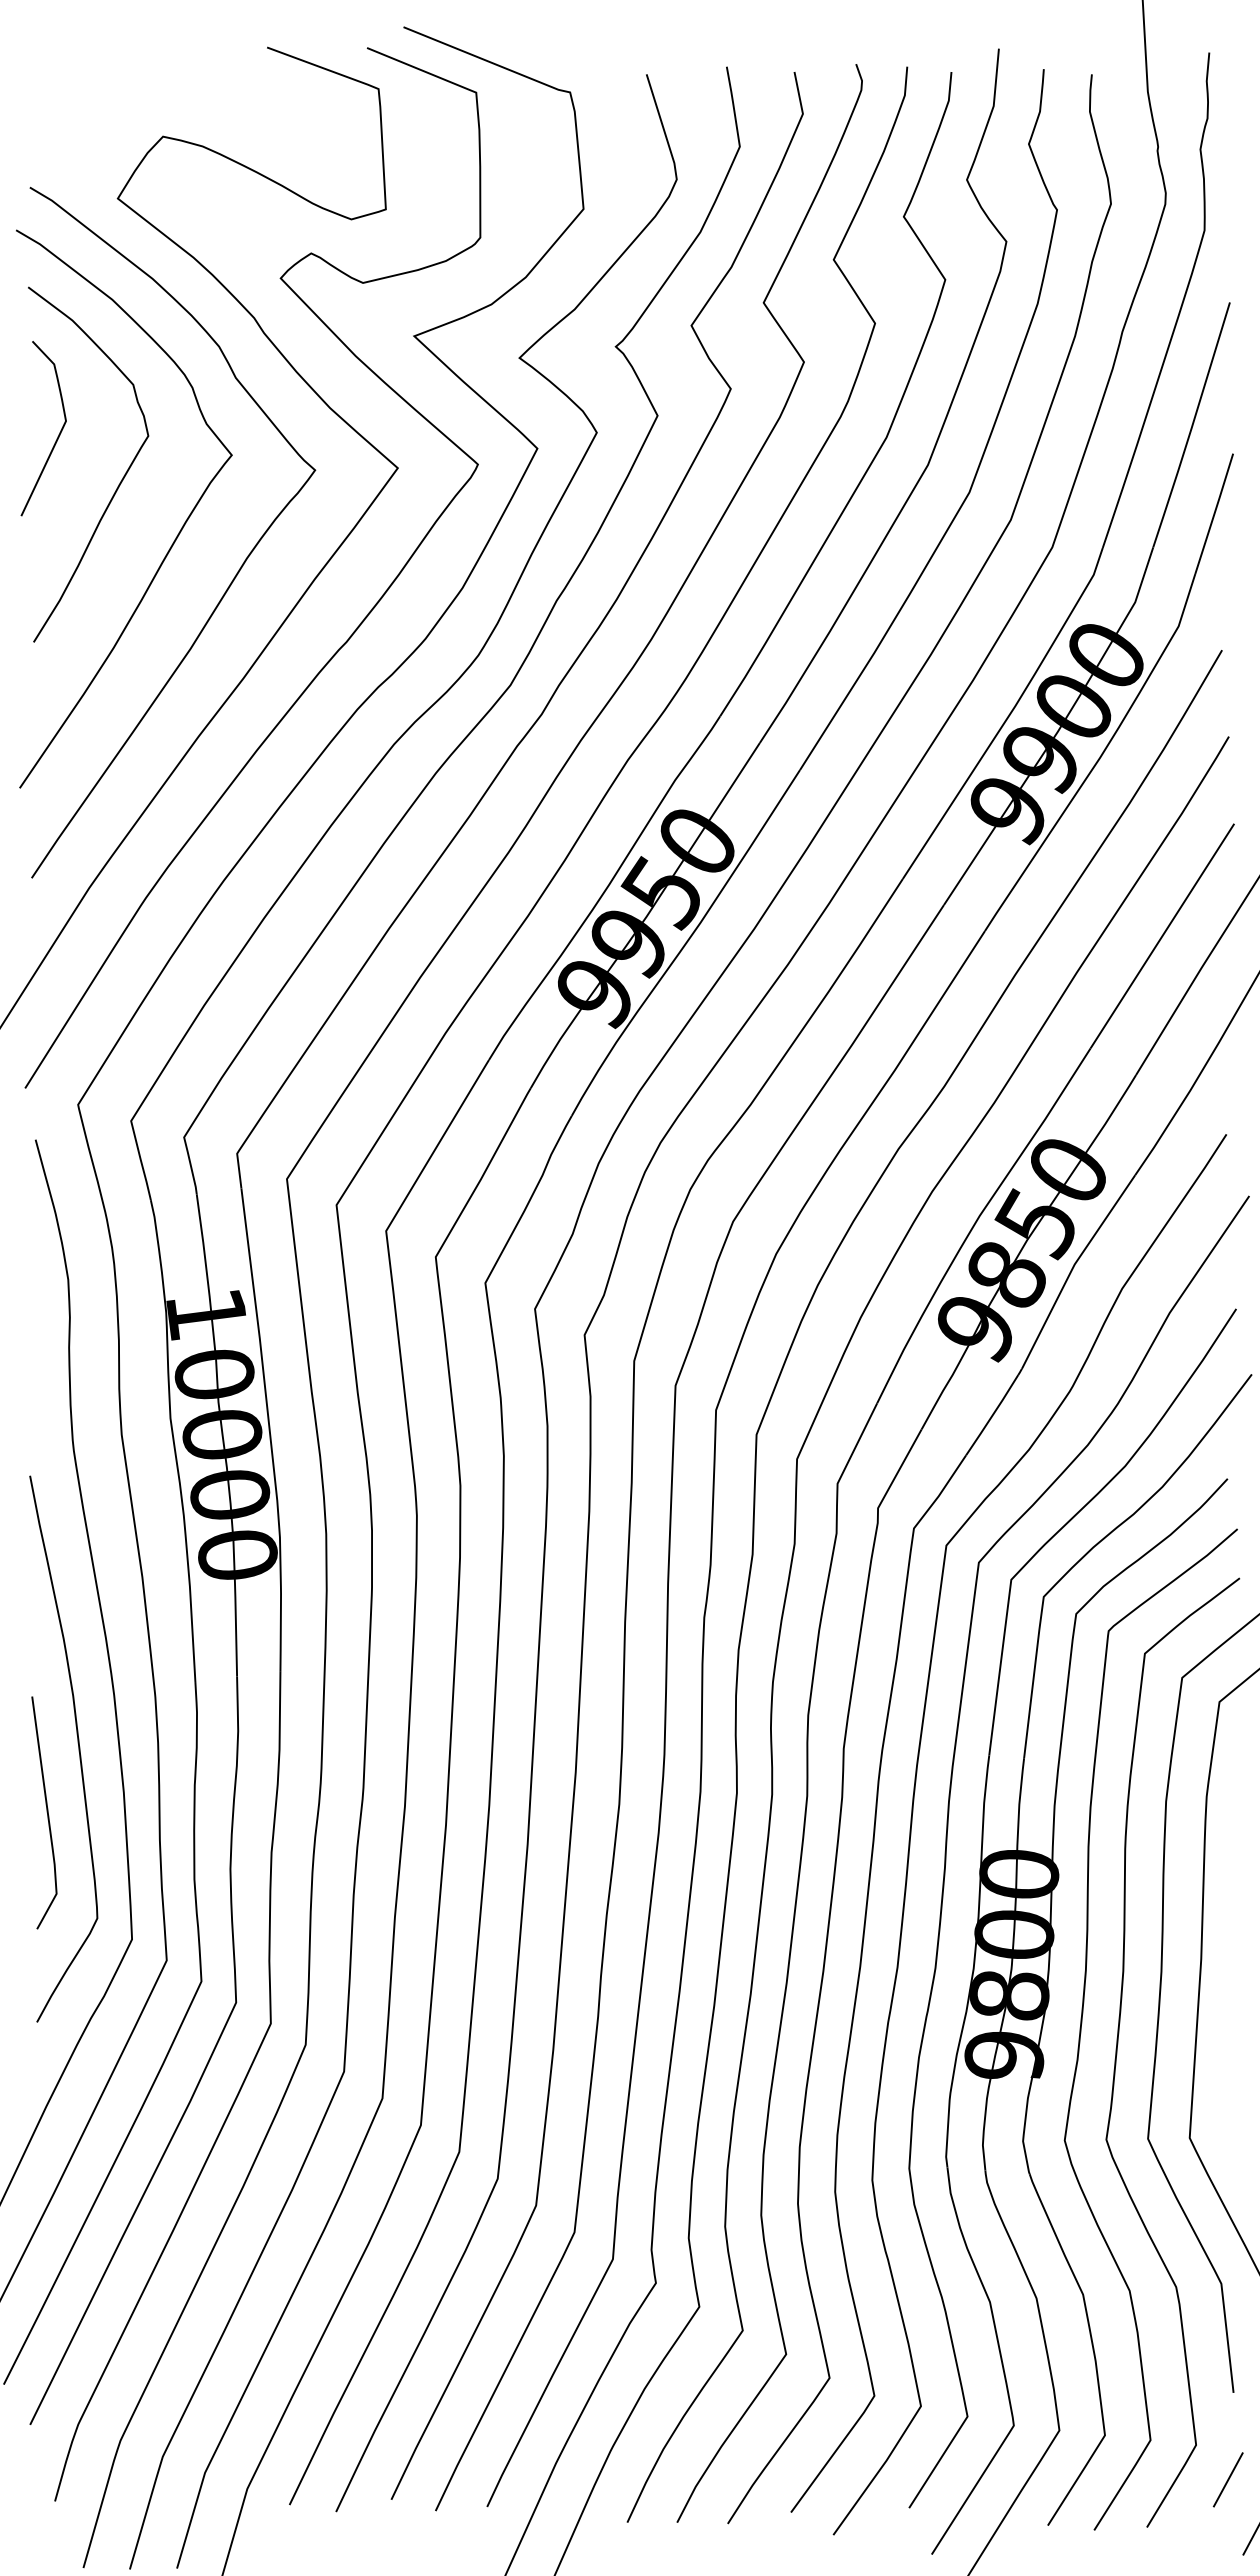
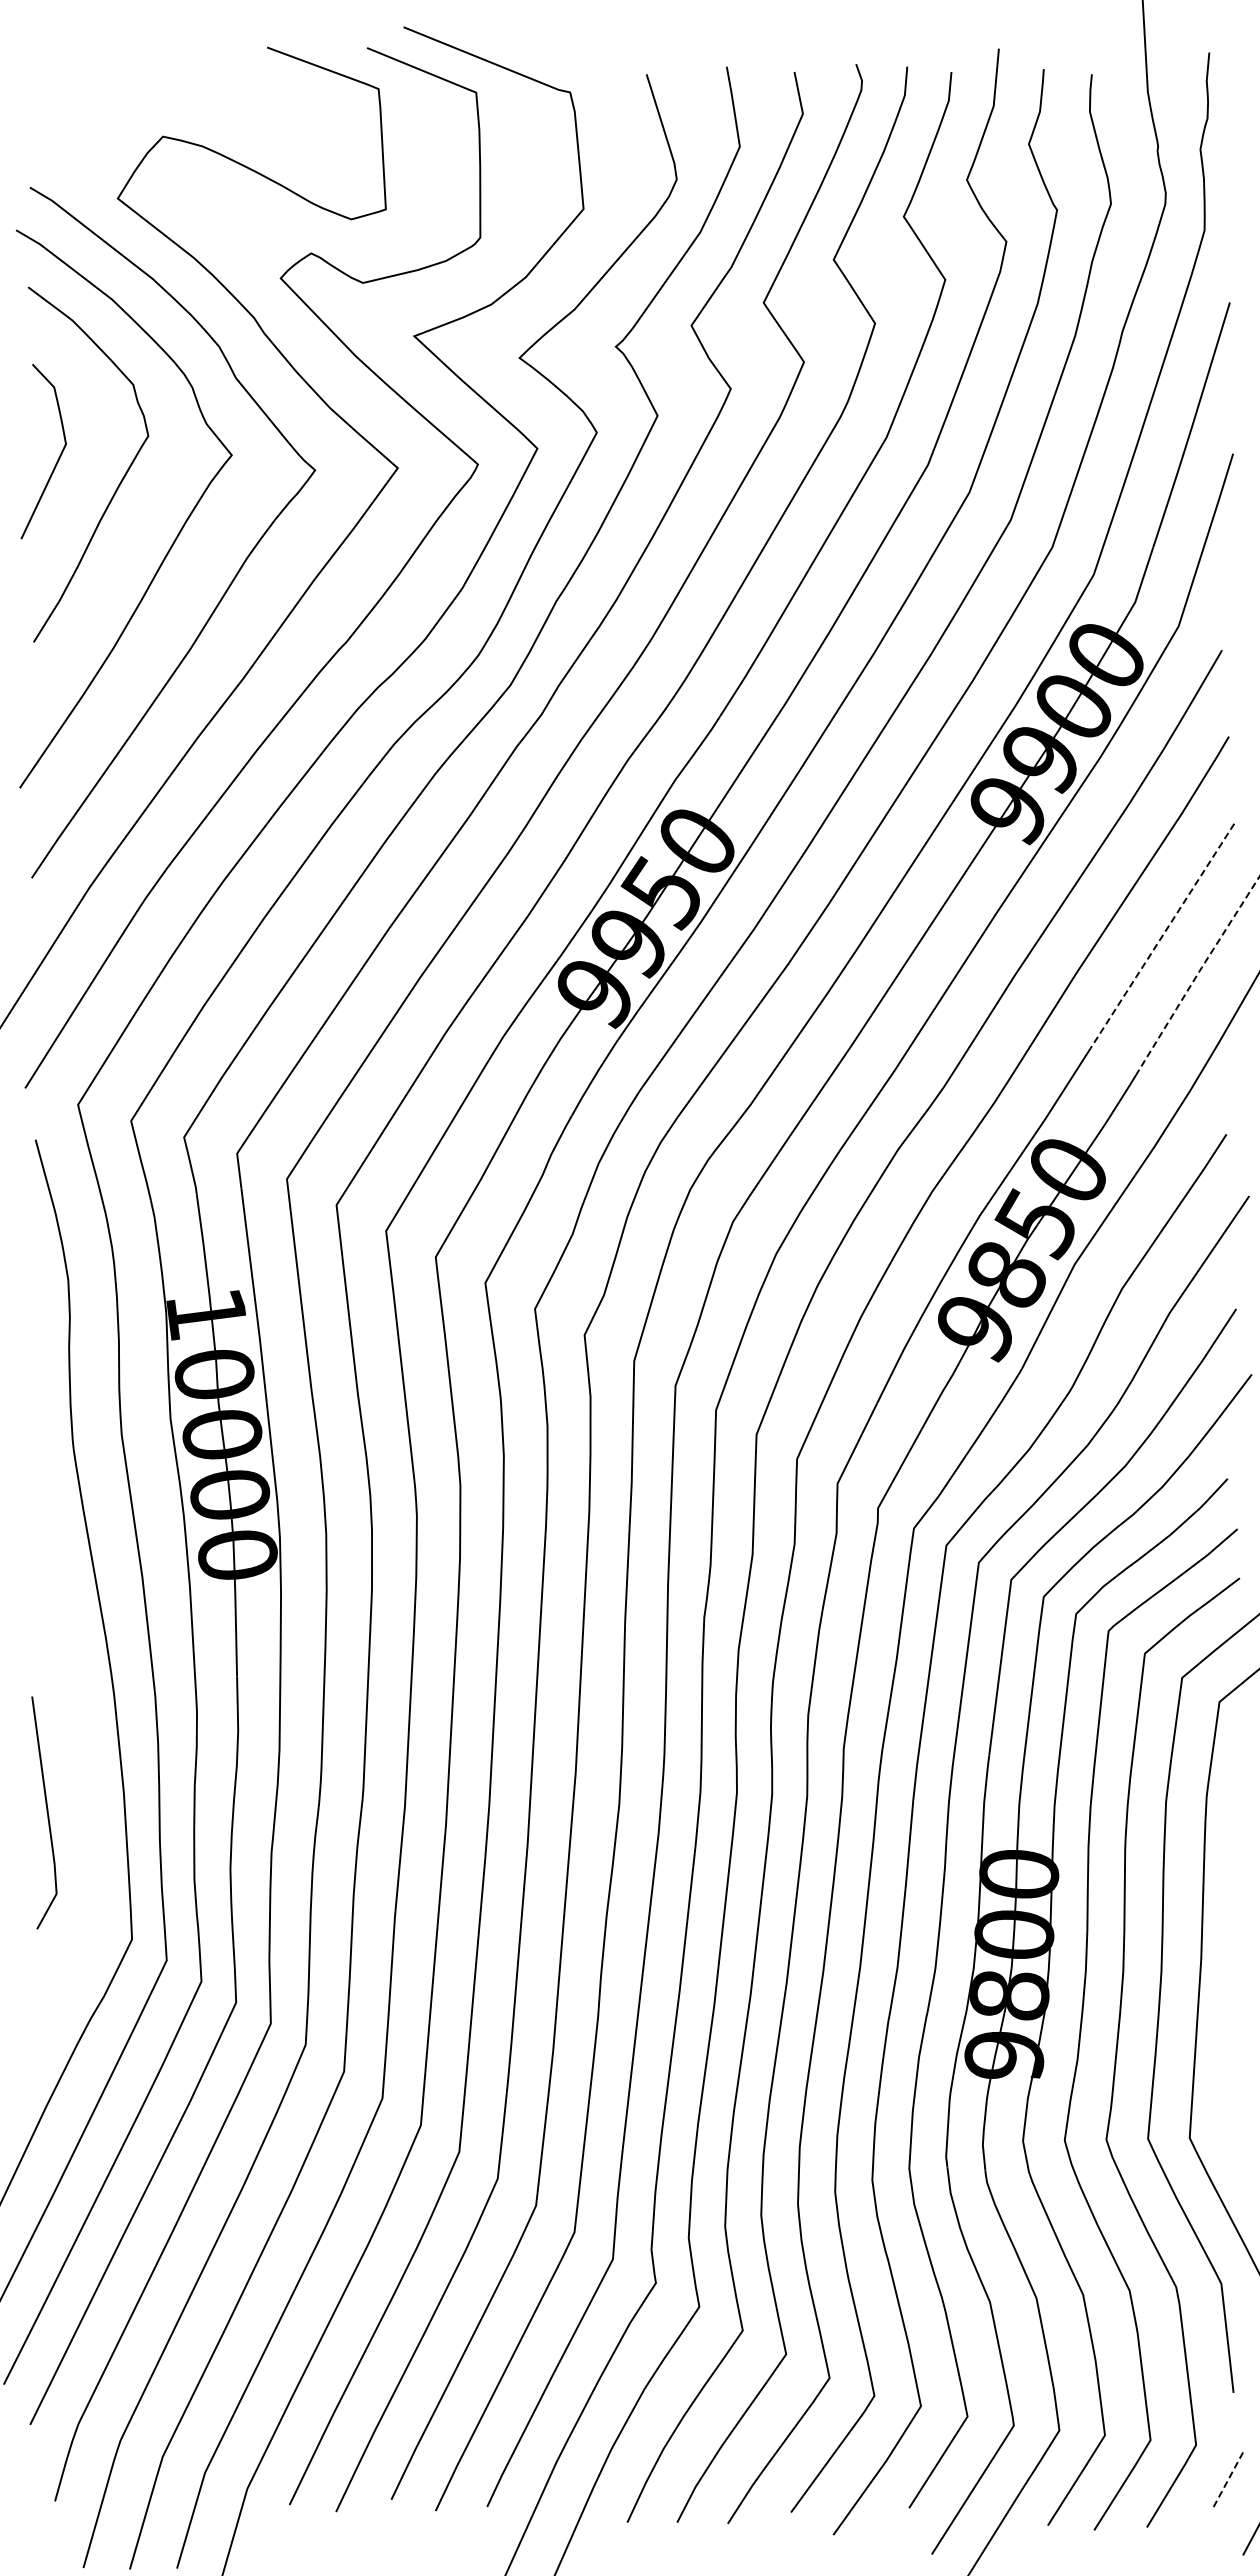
curve at (57, 436) position: (57, 436) -> (57, 459)
line at (1162, 936): solid -> dashed
line at (1197, 974): solid -> dashed
curve at (77, 1743): present -> none
line at (1228, 2480): solid -> dashed
